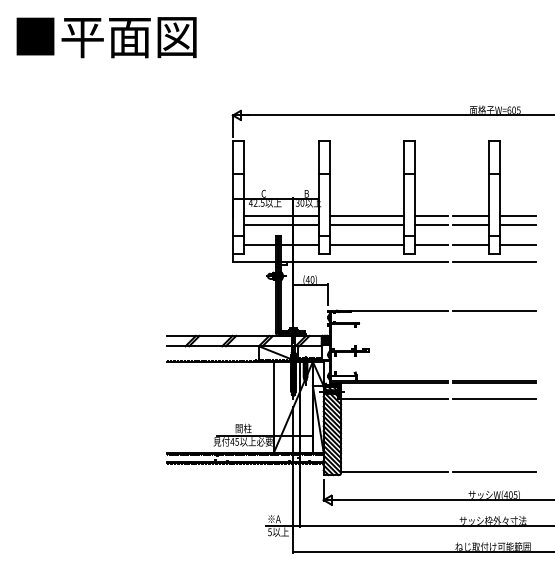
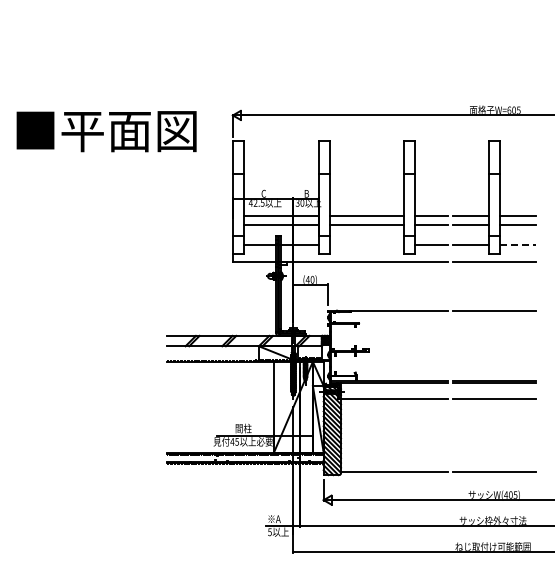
text at (106, 37) position: (106, 37) -> (106, 131)
line at (366, 245): present -> none
line at (517, 245): solid -> dashed
